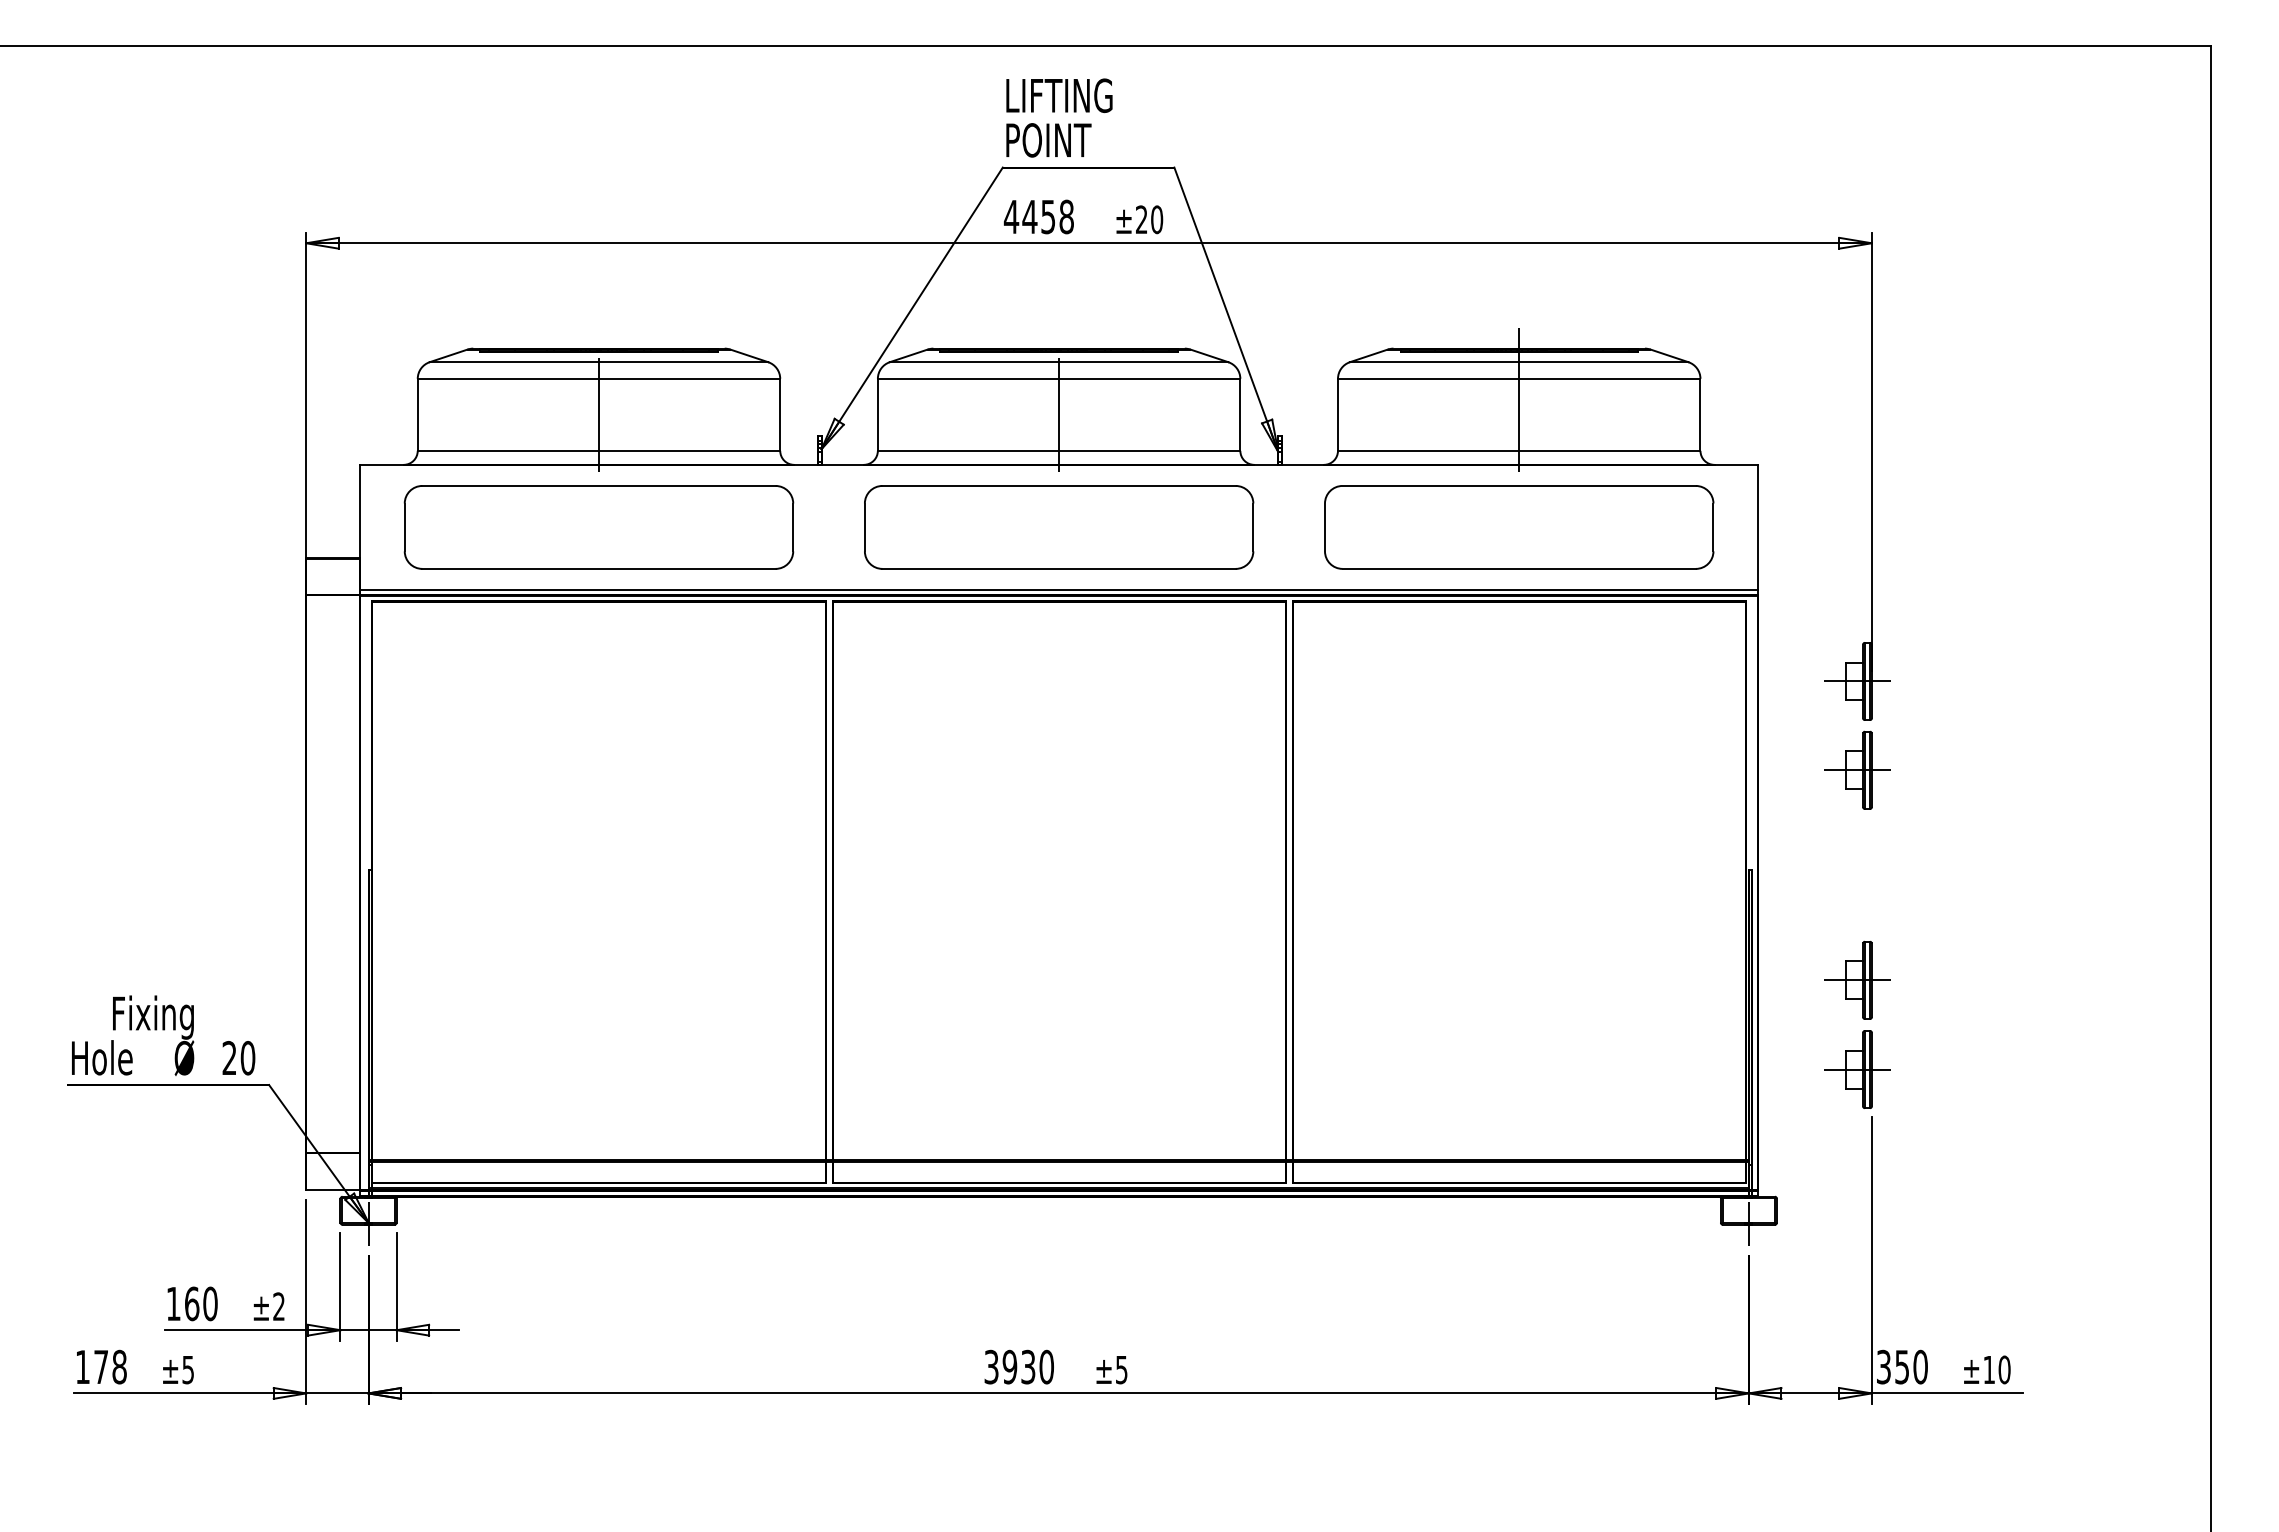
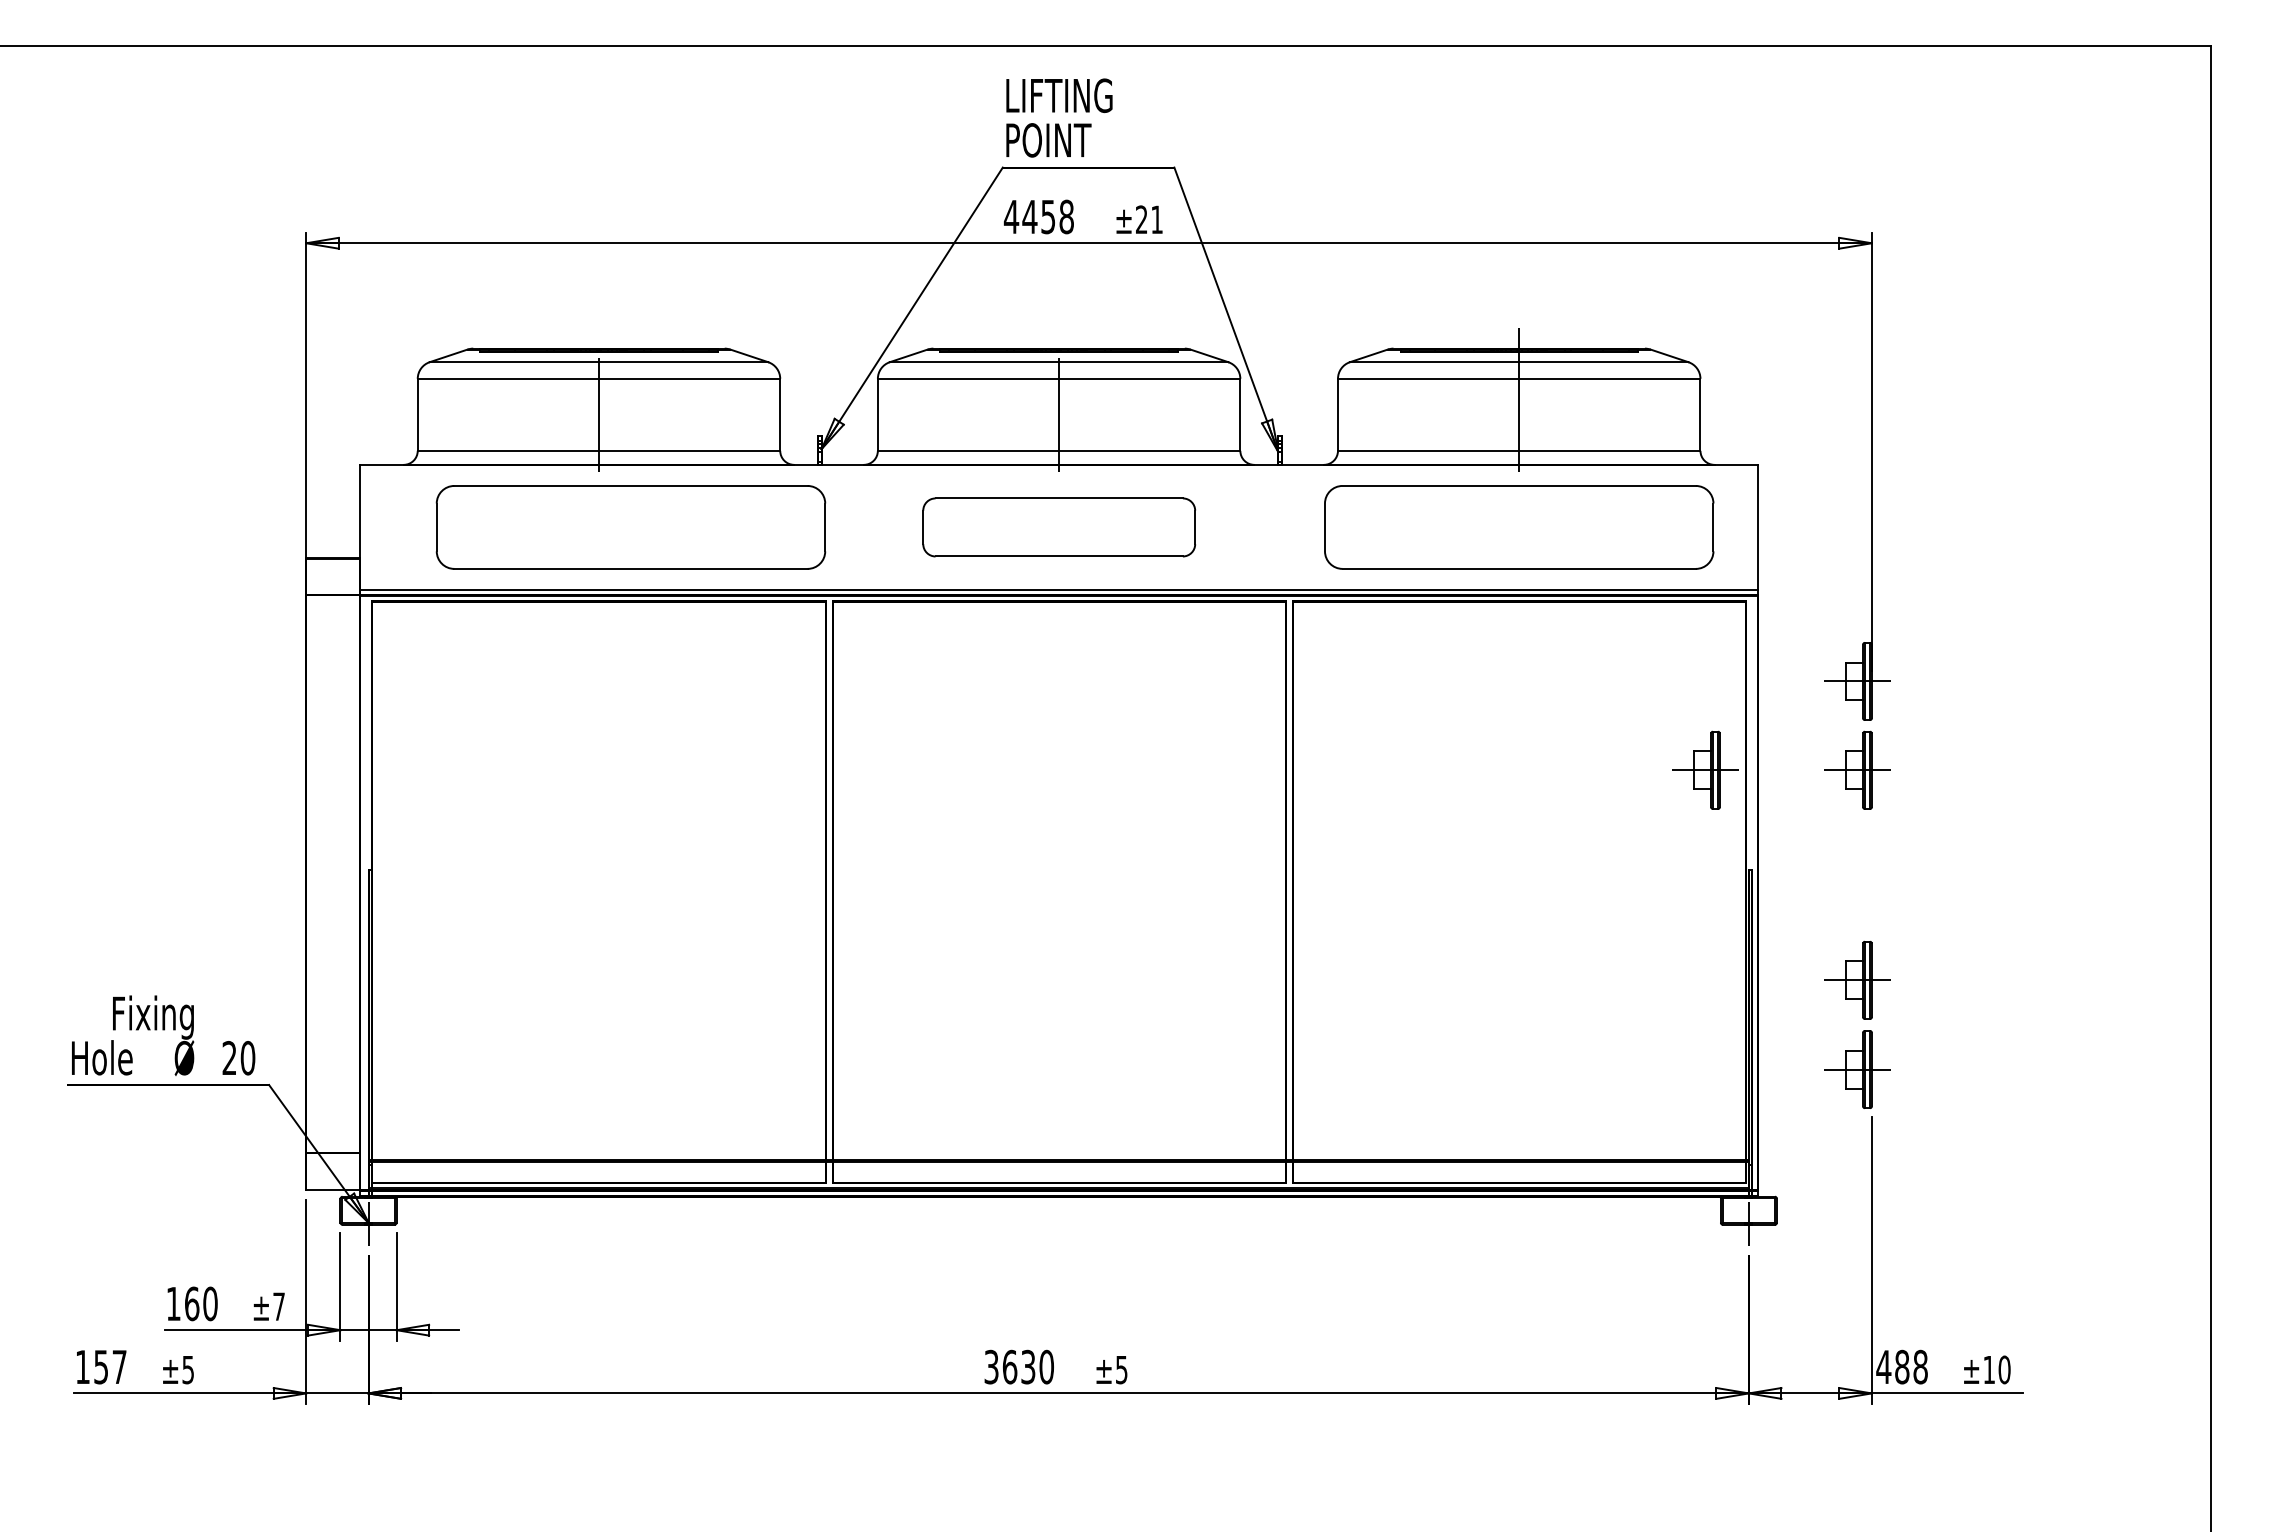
text at (1157, 219): ±20 -> ±21
part at (598, 527) position: (598, 527) -> (630, 527)
part at (1059, 527) size: 391x85 px -> 274x61 px
part at (1705, 769): none -> present
text at (278, 1306): ±2 -> ±7
text at (110, 1366): 178 -> 157
text at (1009, 1366): 3930 -> 3630
text at (1901, 1366): 350 -> 488
